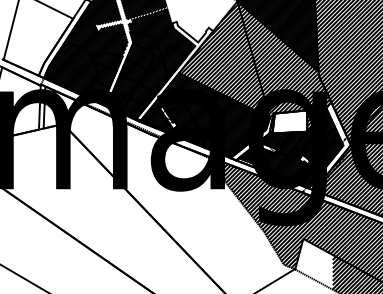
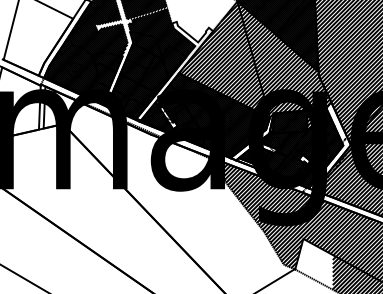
hatch at (288, 121): none -> present
